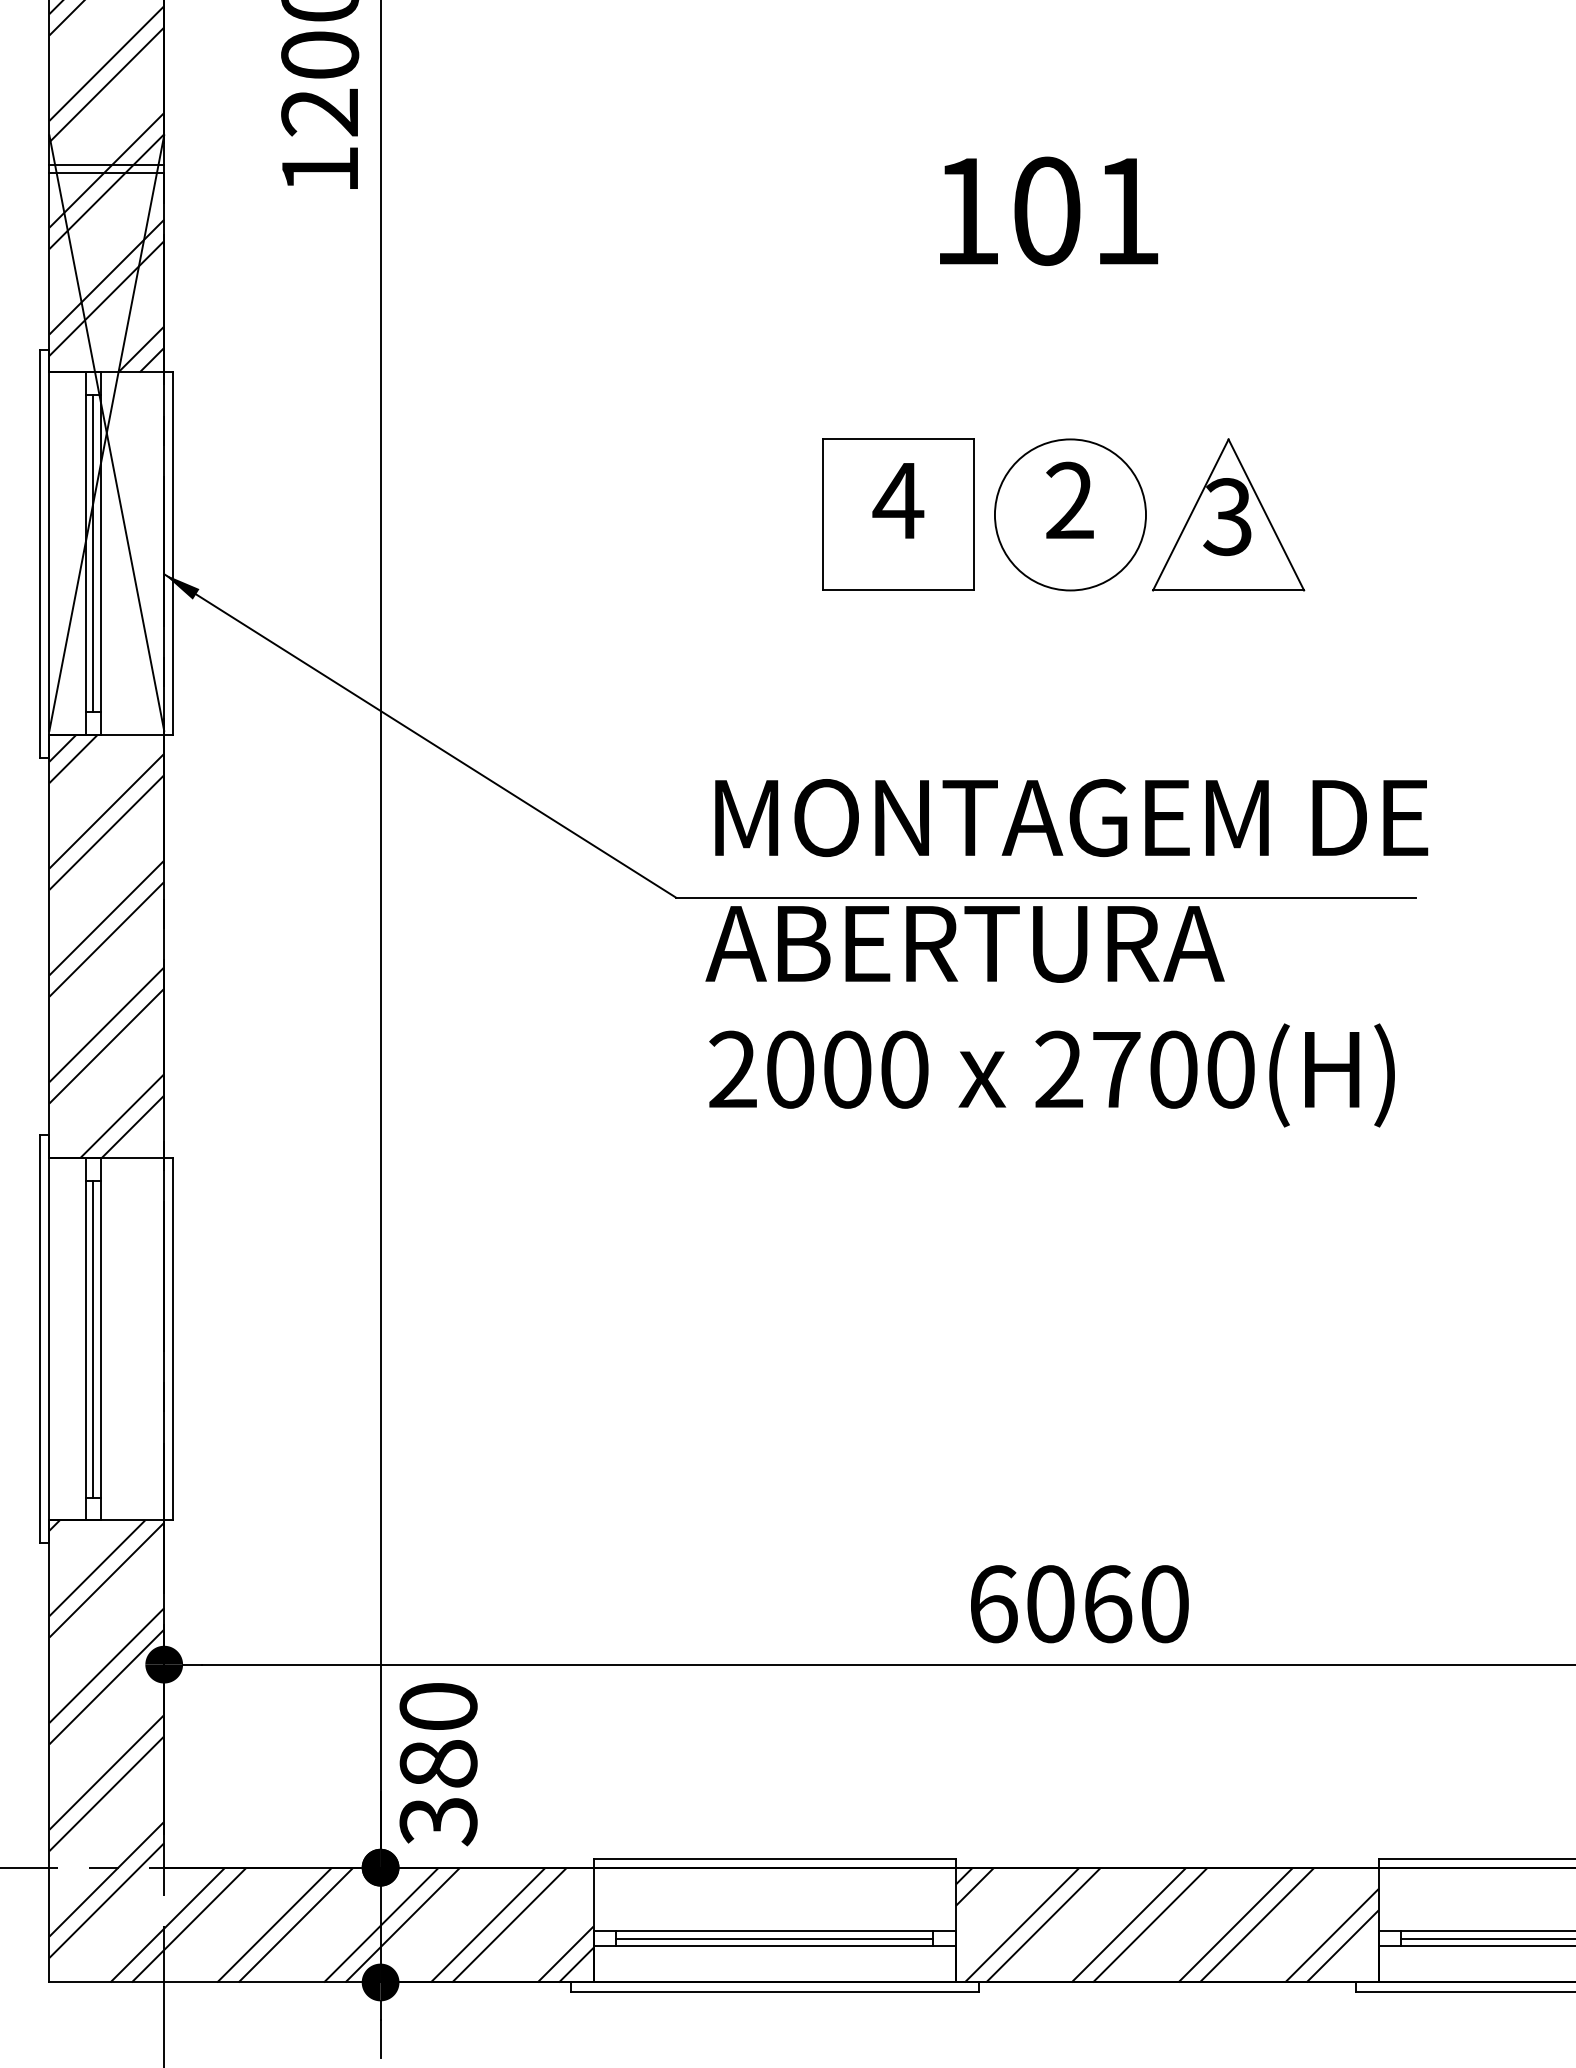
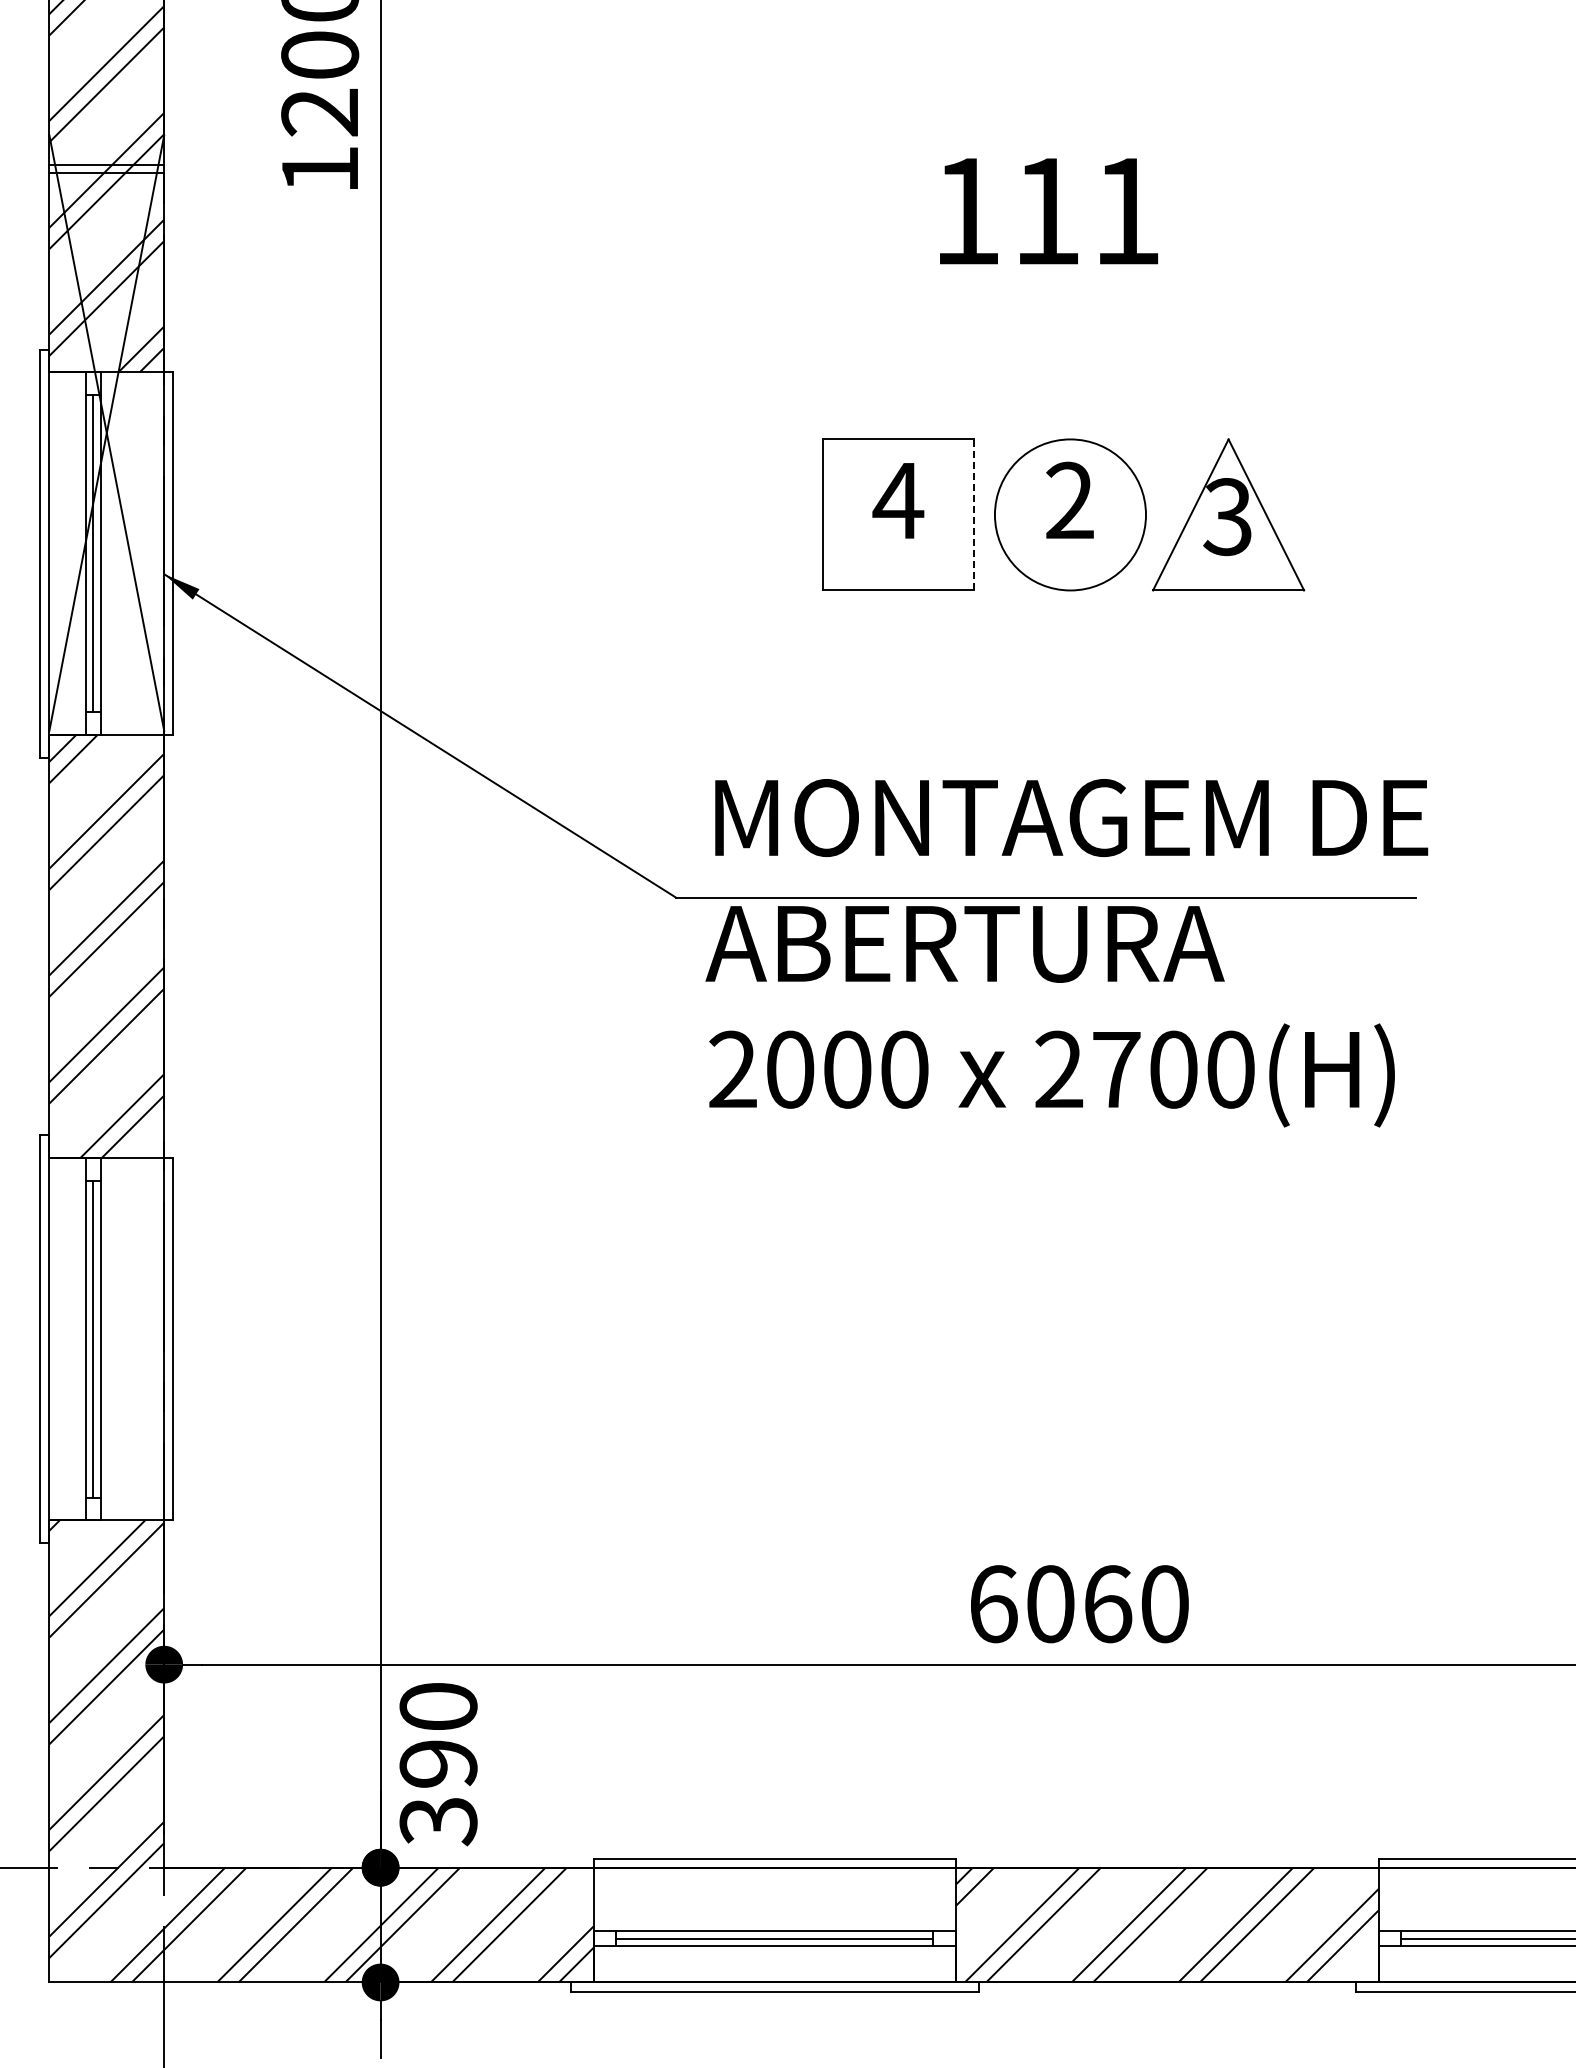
text at (1047, 211): 101 -> 111
line at (974, 514): solid -> dashed
text at (438, 1763): 380 -> 390
